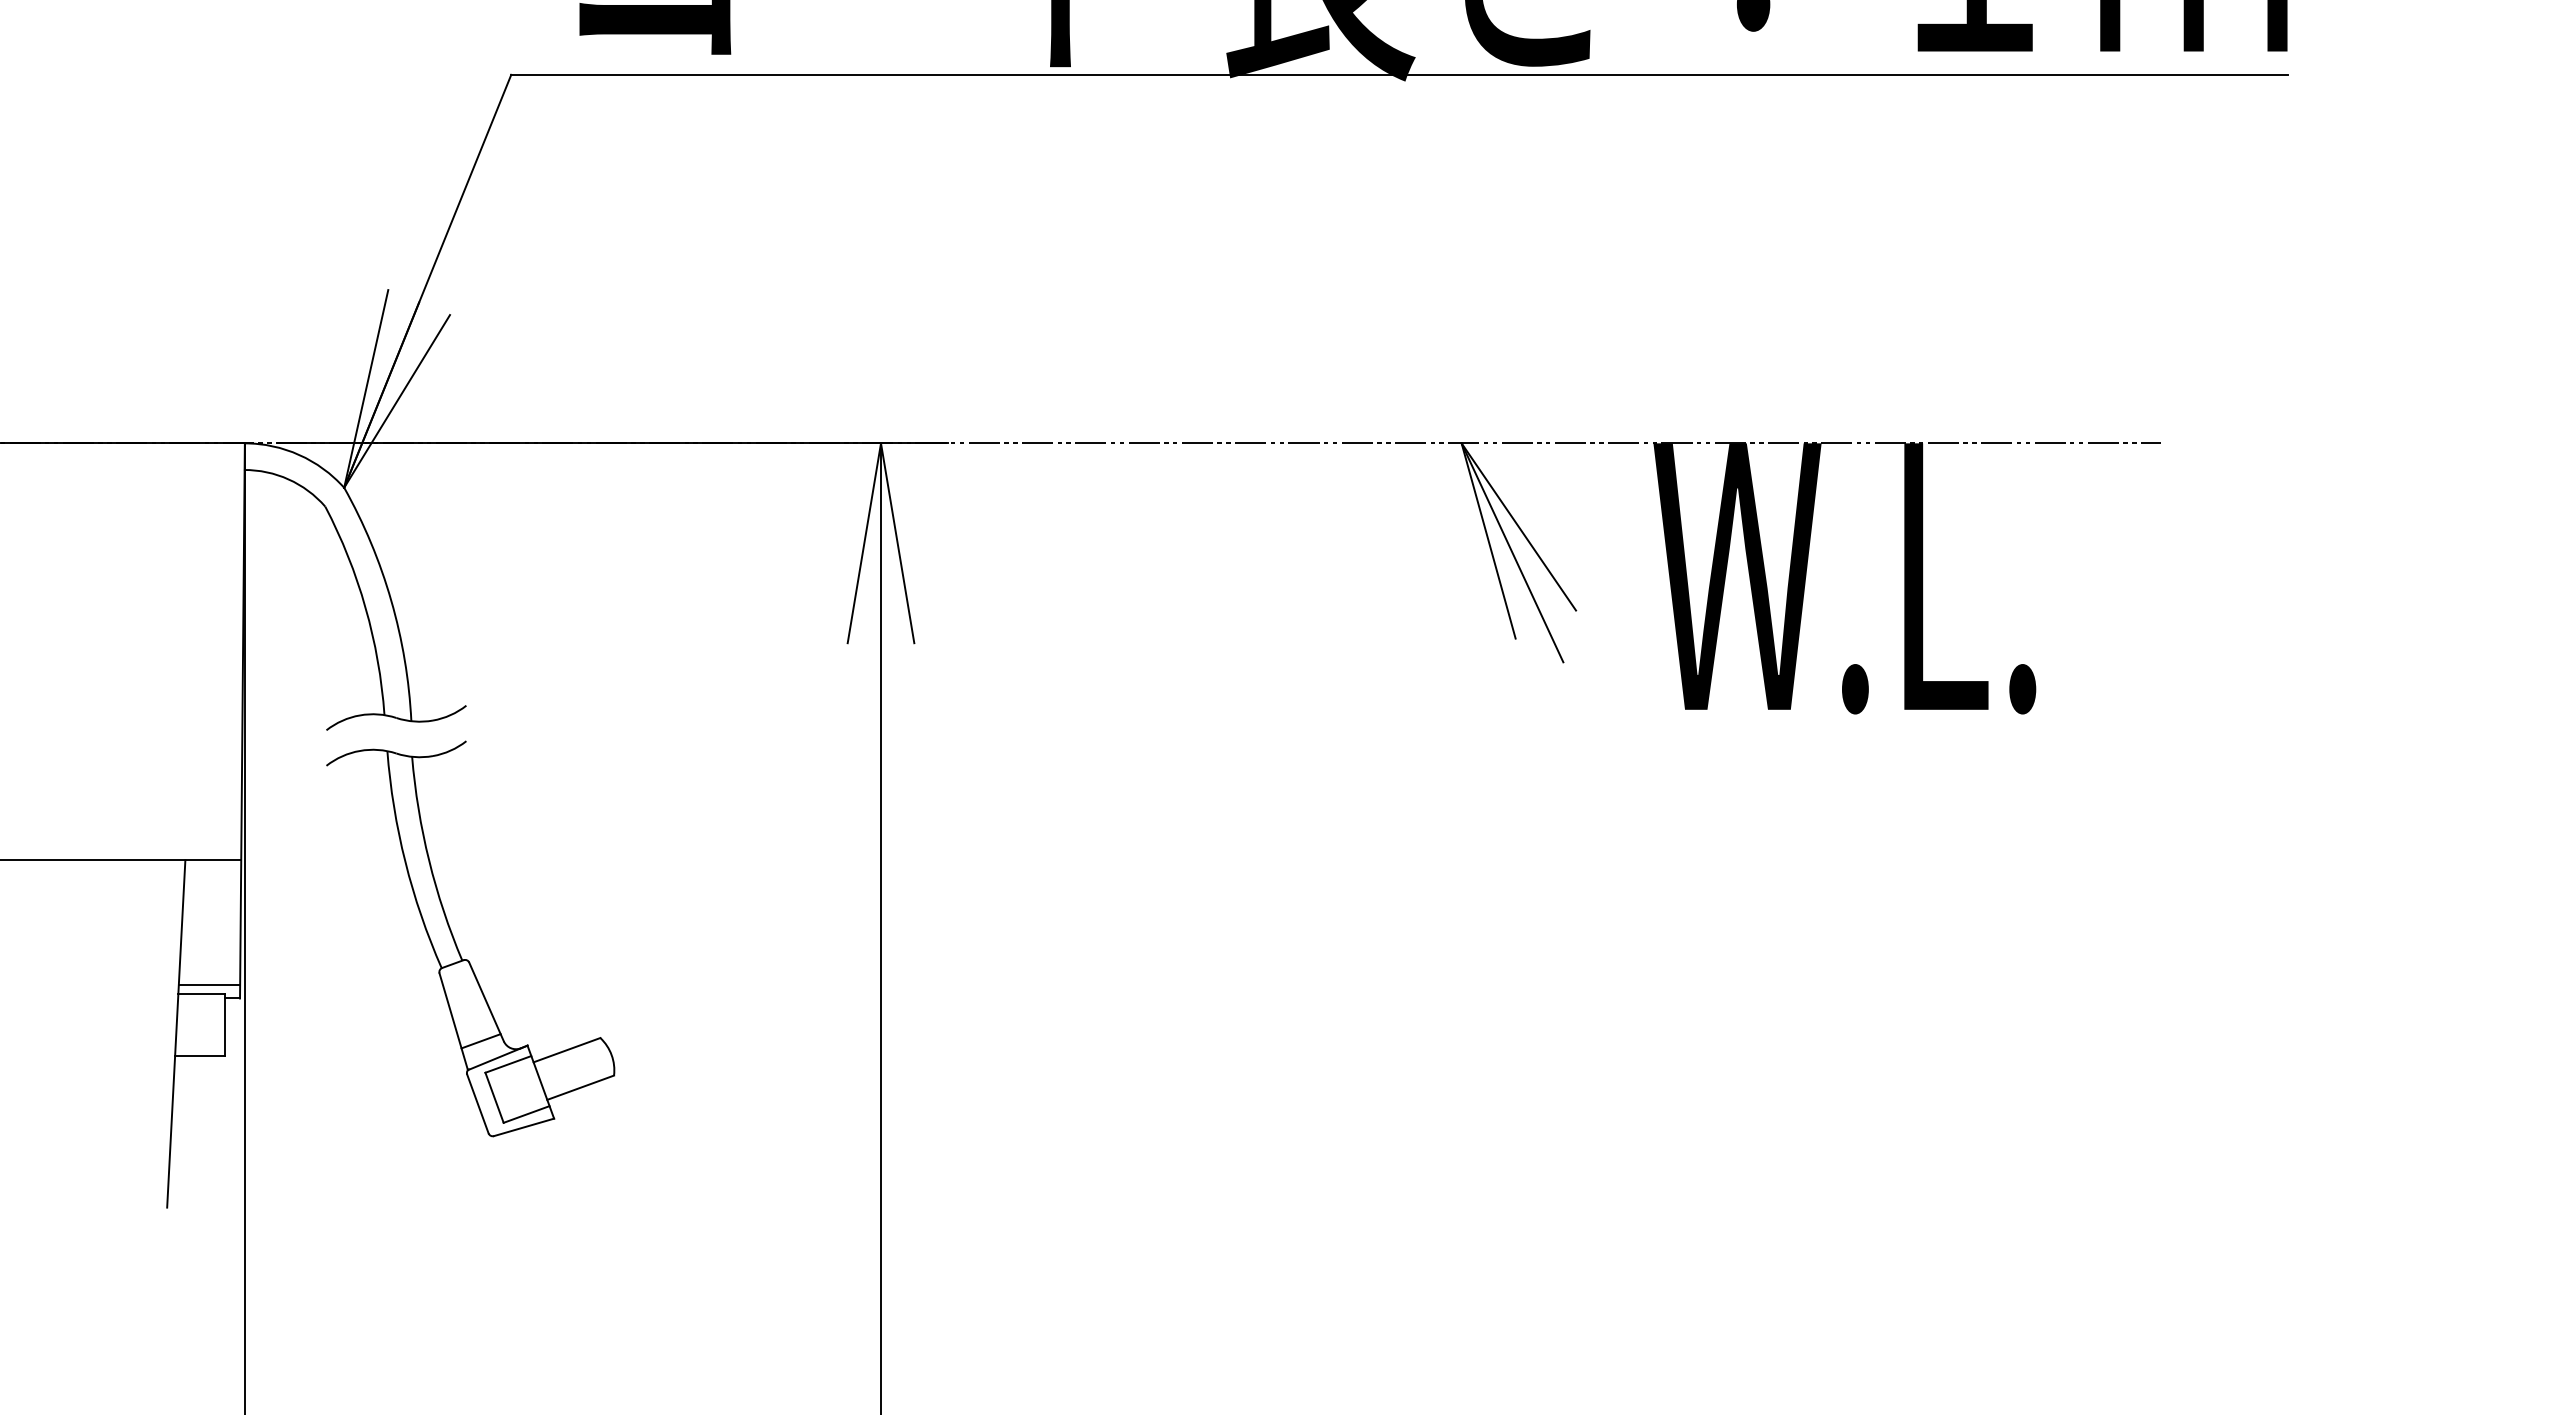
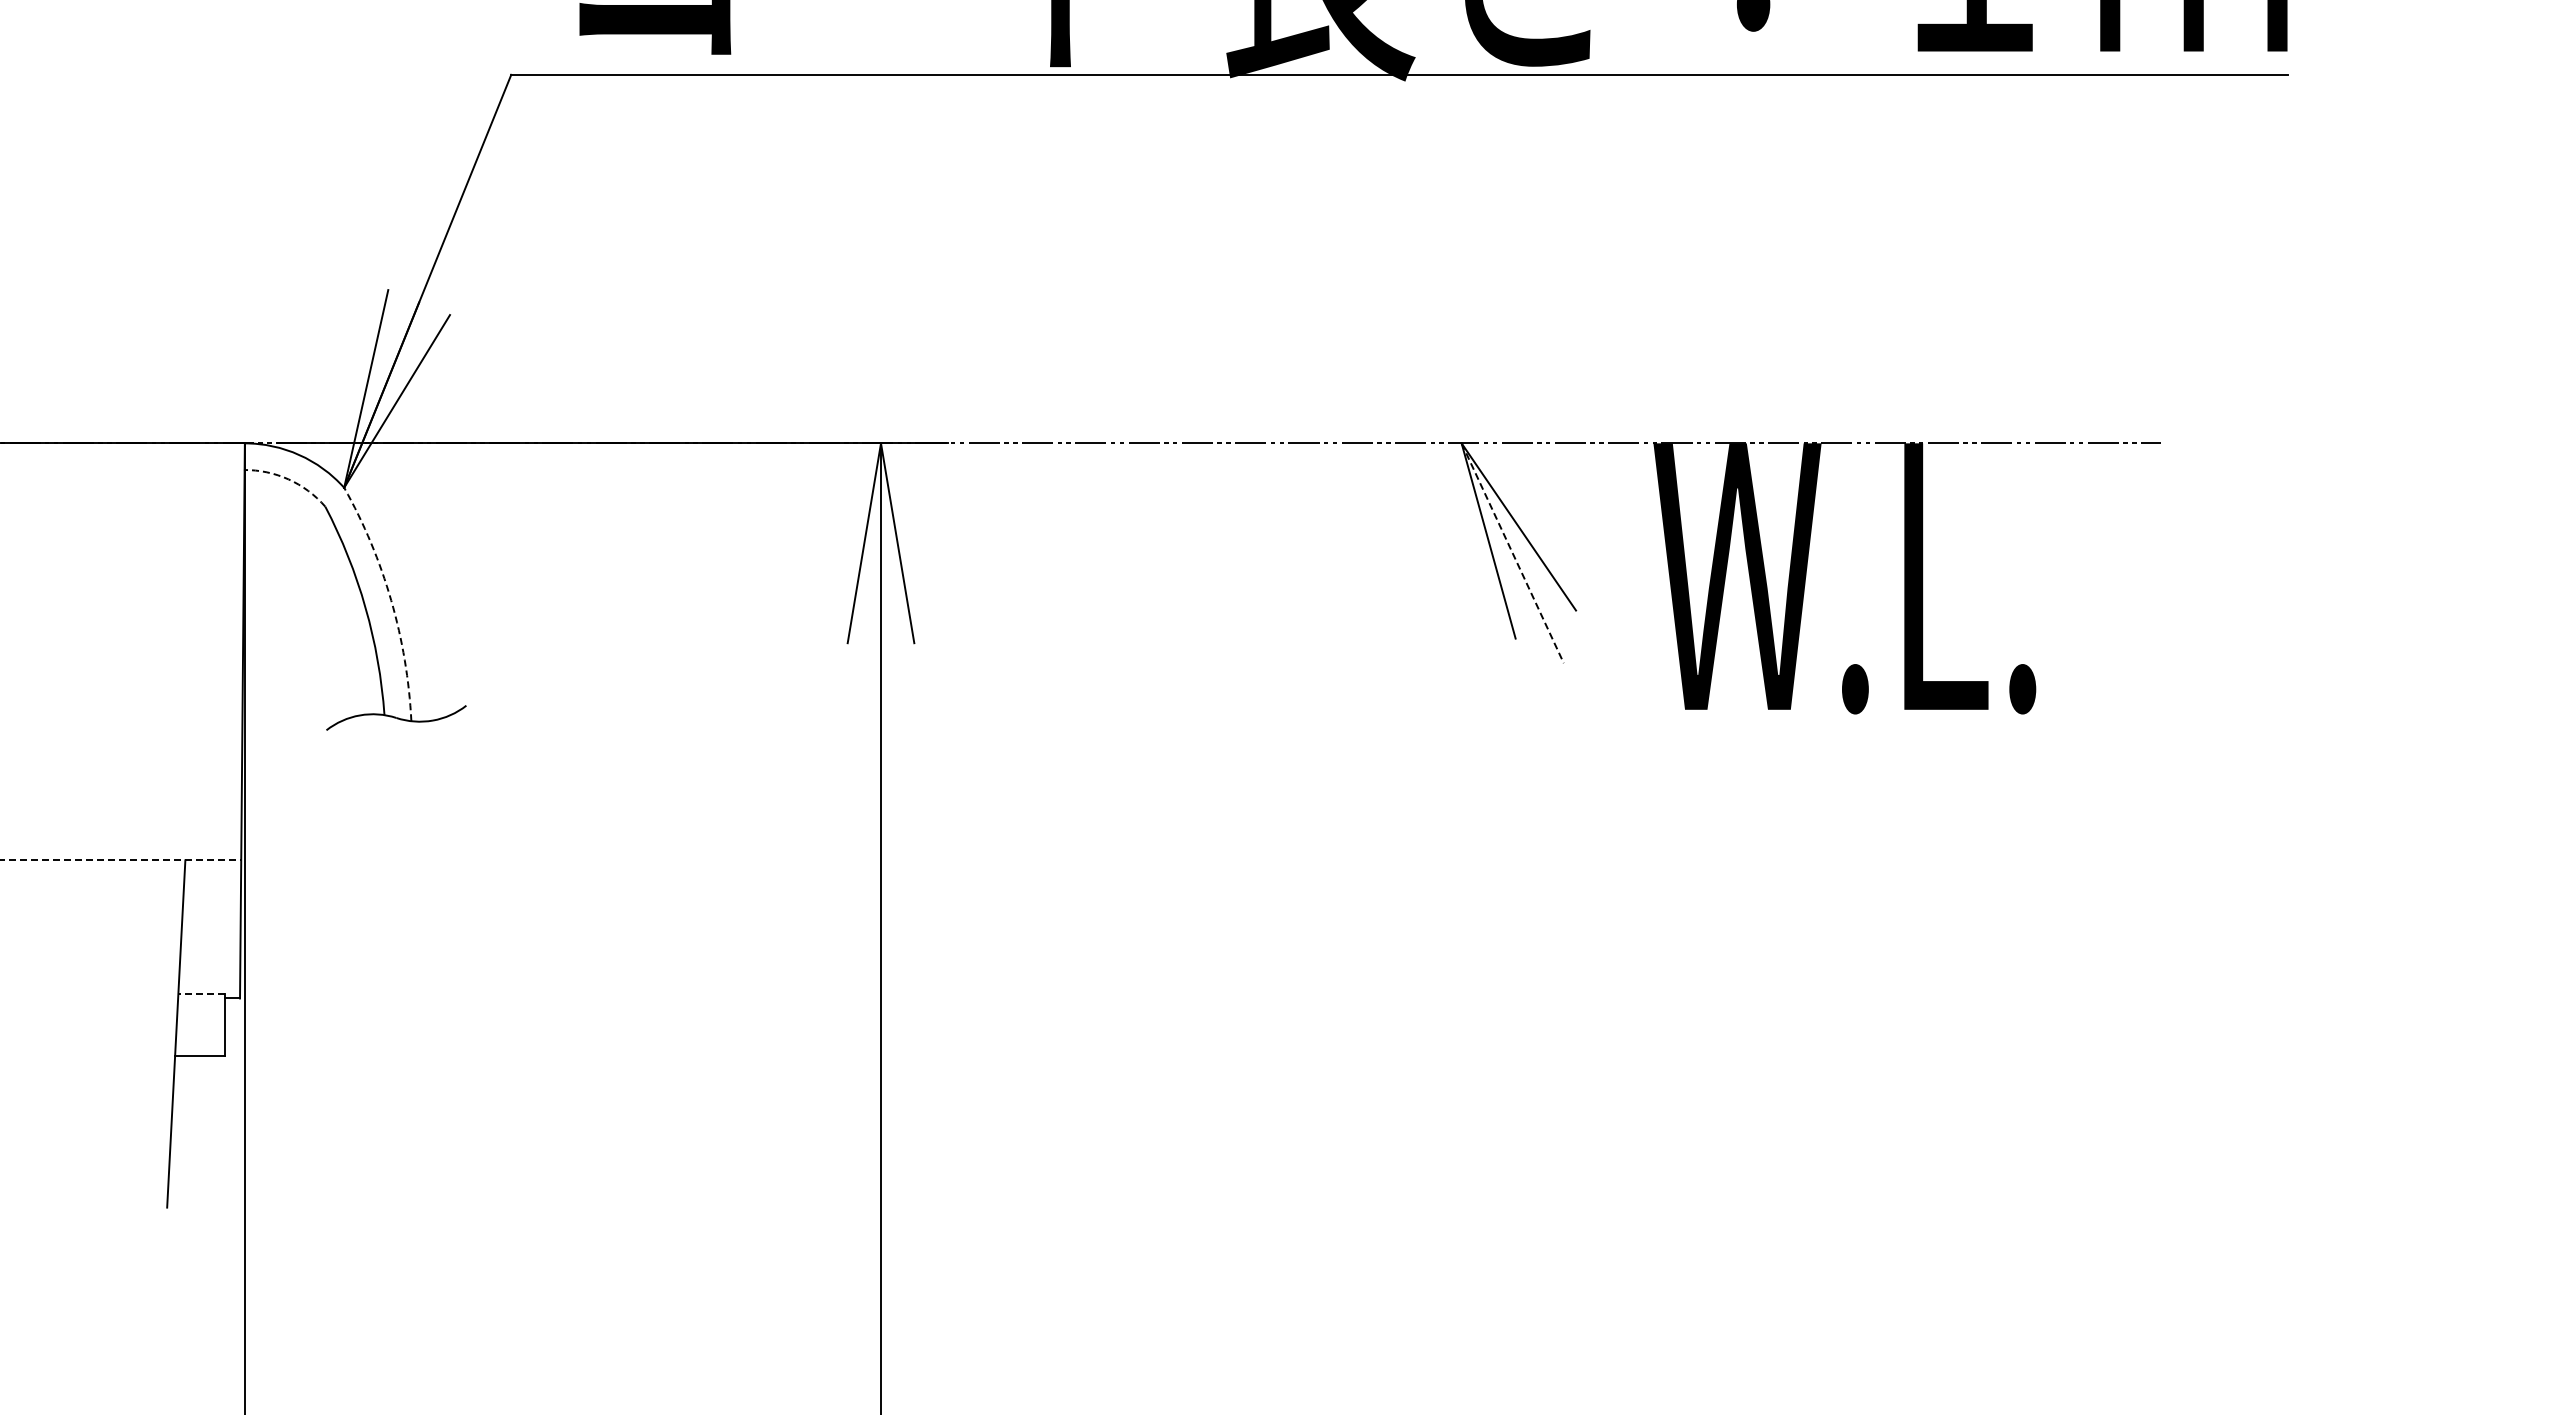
arc at (288, 479): solid -> dashed
line at (1512, 553): solid -> dashed
arc at (391, 600): solid -> dashed
line at (121, 860): solid -> dashed
part at (457, 945): present -> none
line at (209, 985): present -> none
line at (201, 994): solid -> dashed
